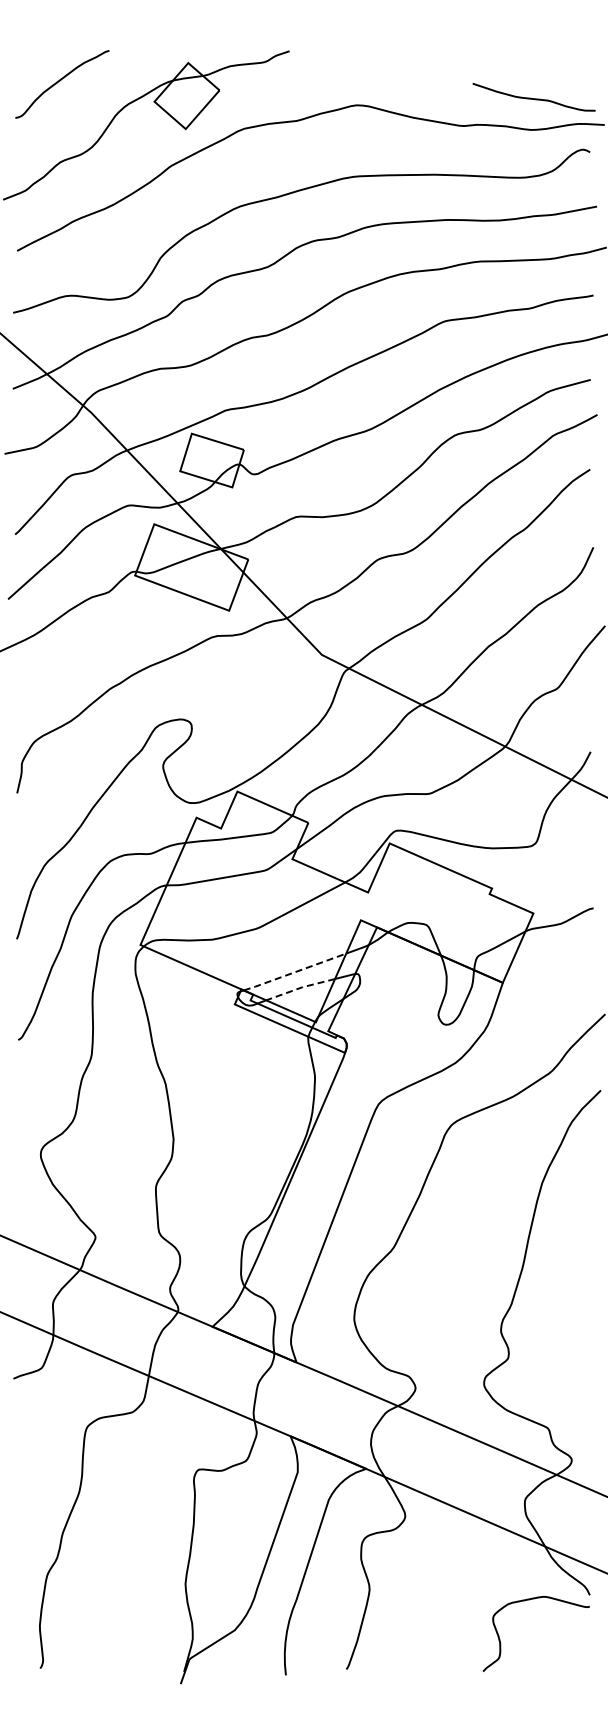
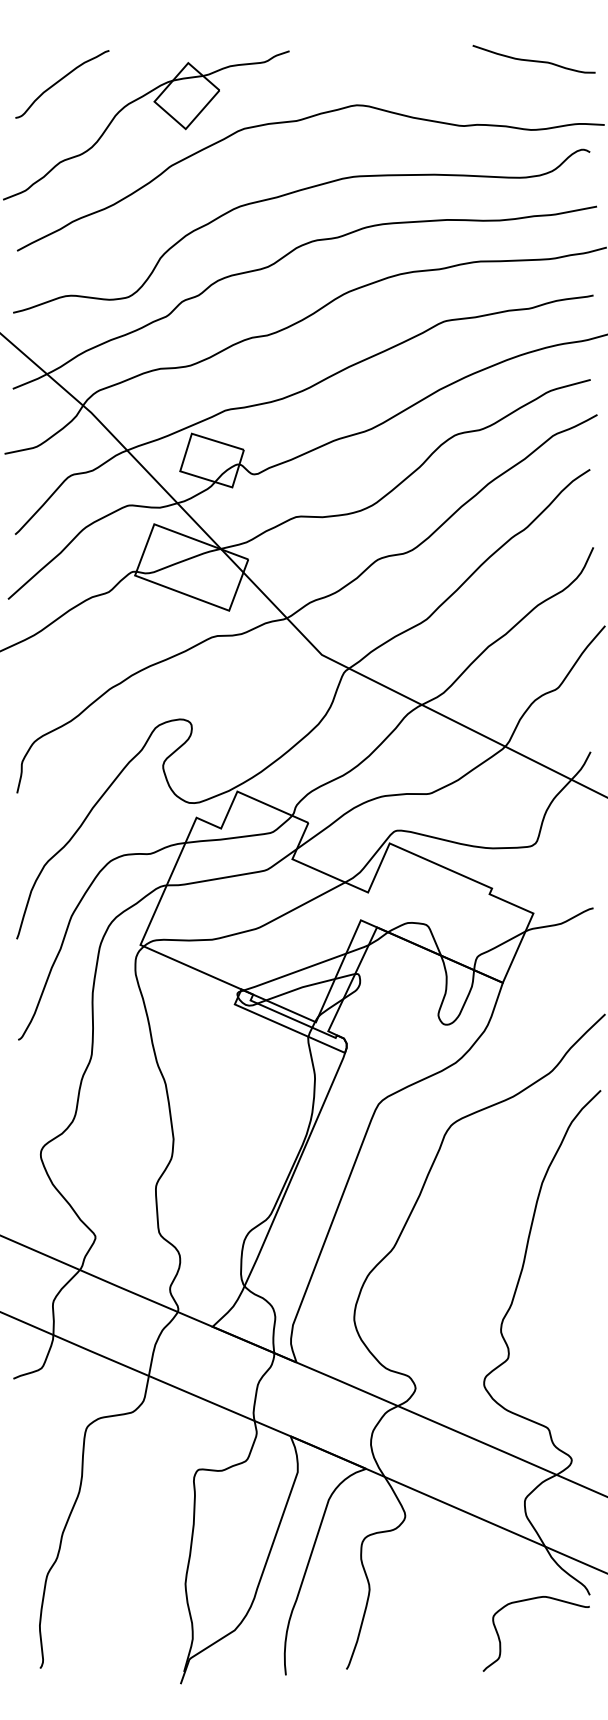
curve at (533, 98) position: (533, 98) -> (533, 60)
line at (294, 972): dashed -> solid
line at (300, 987): dashed -> solid
